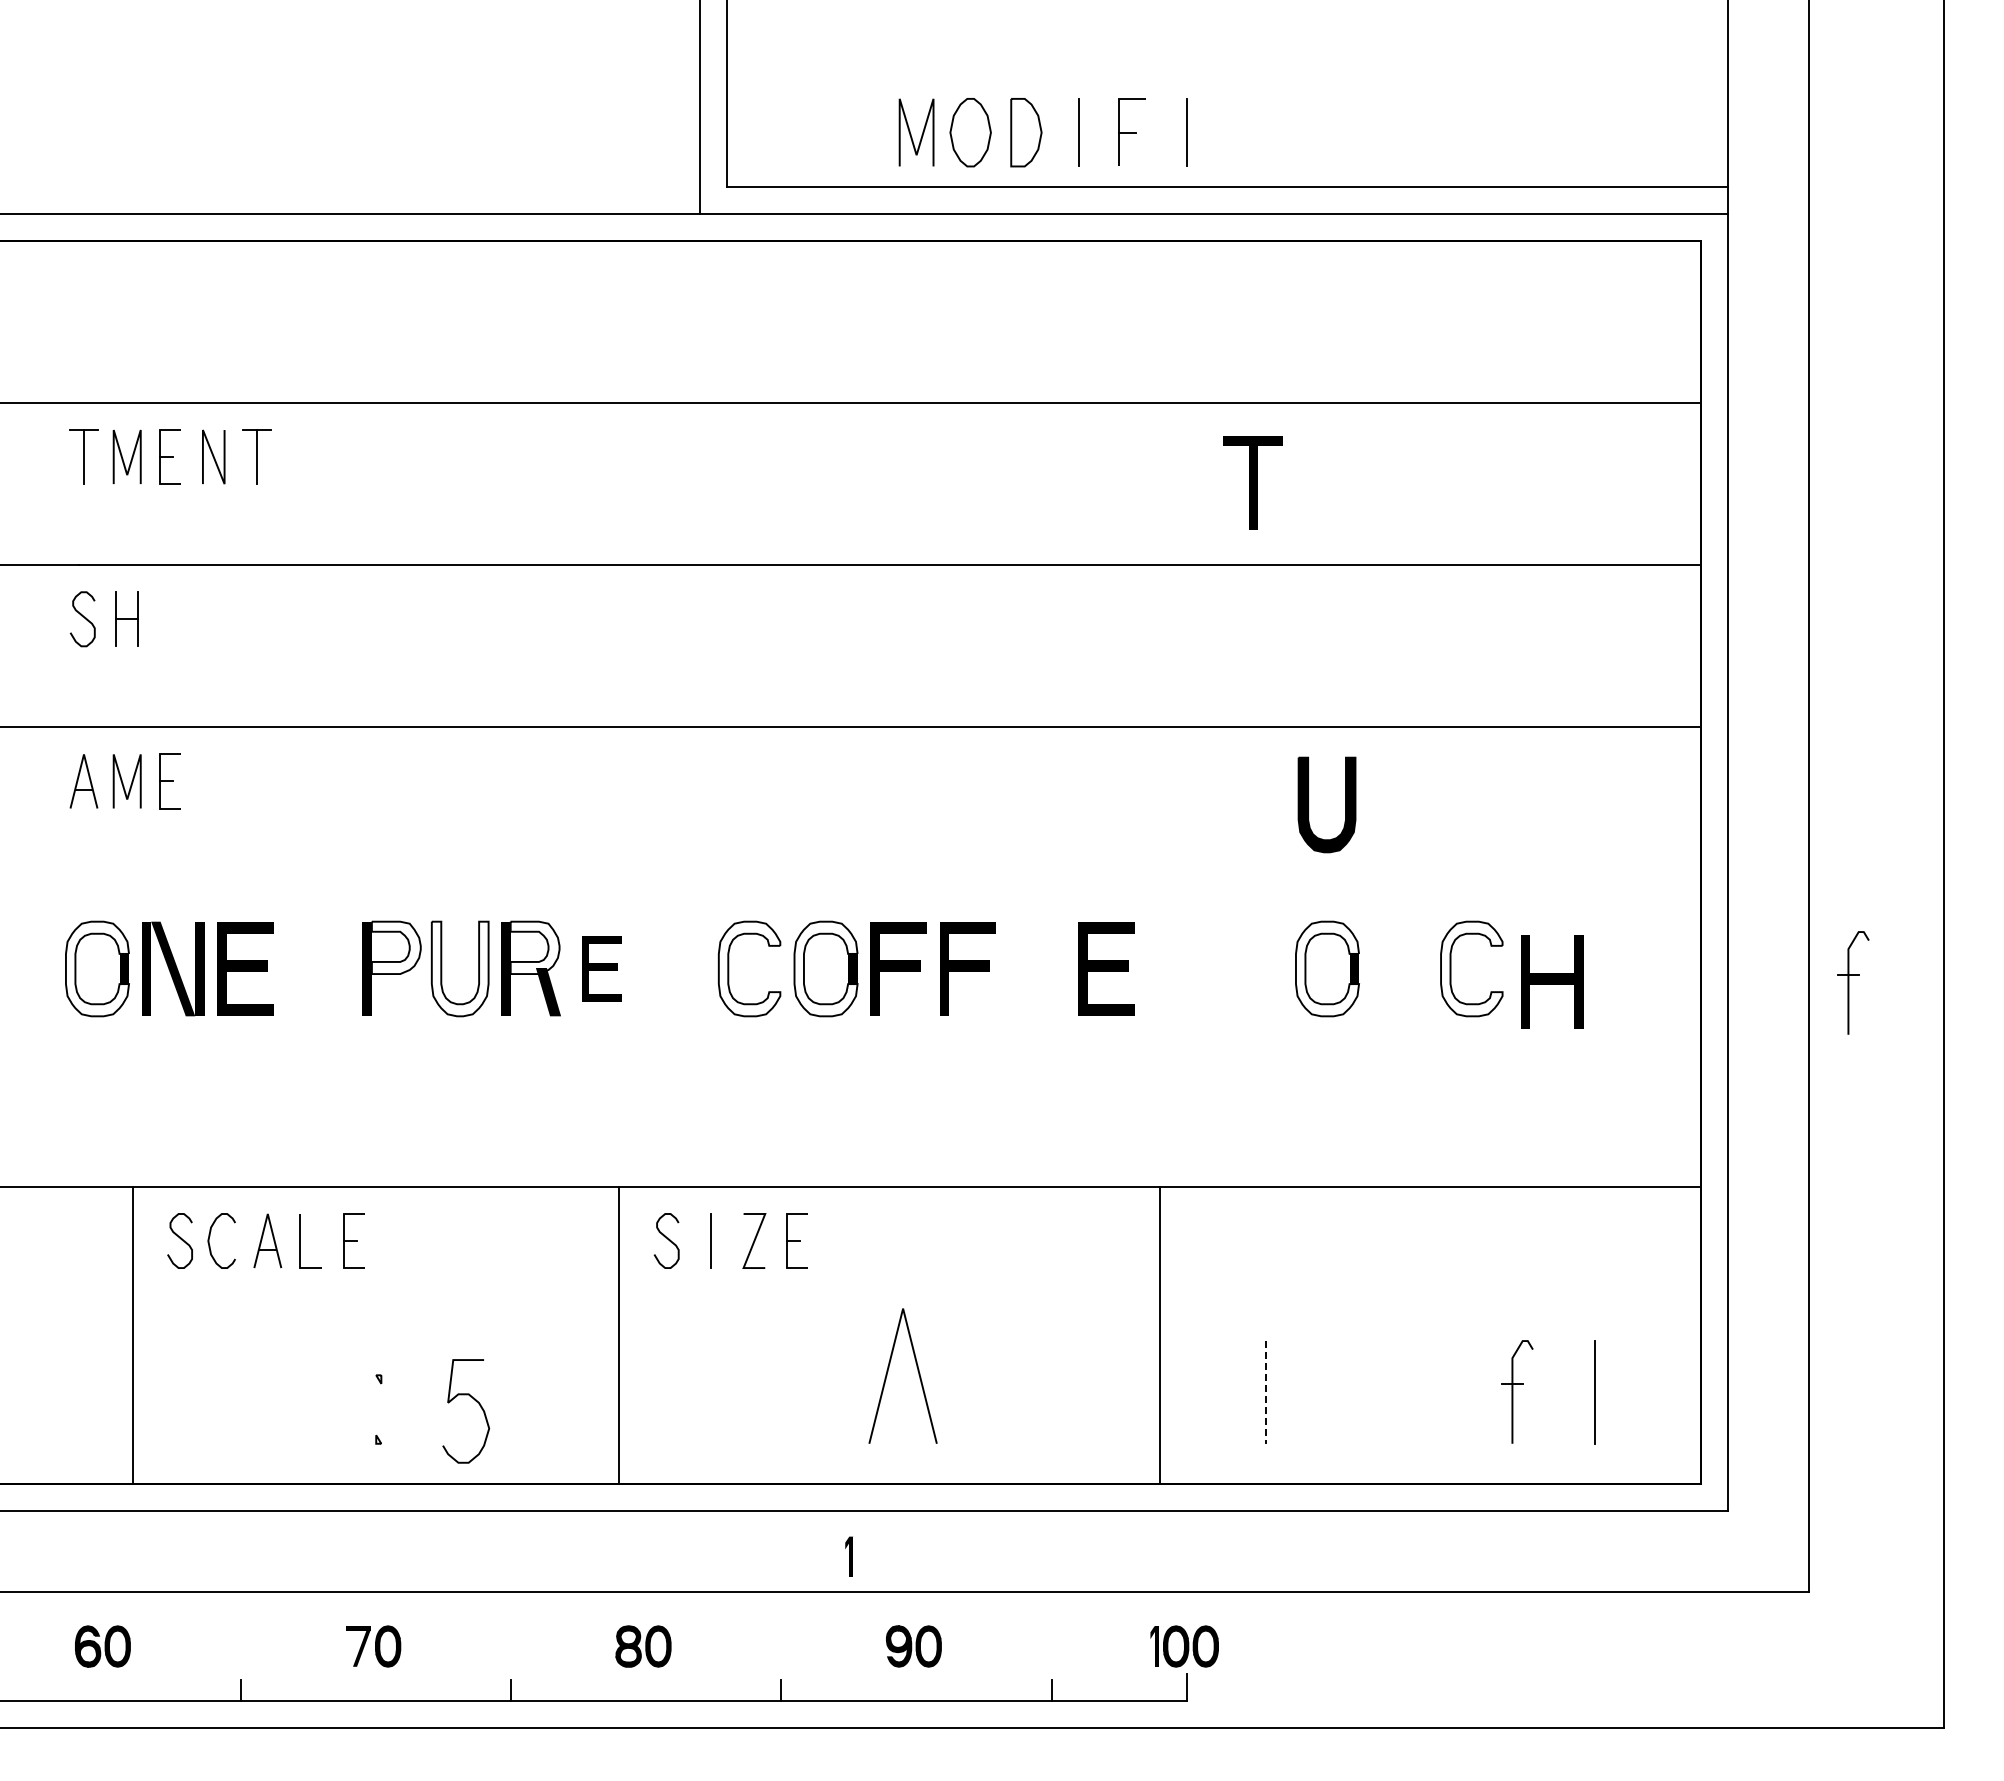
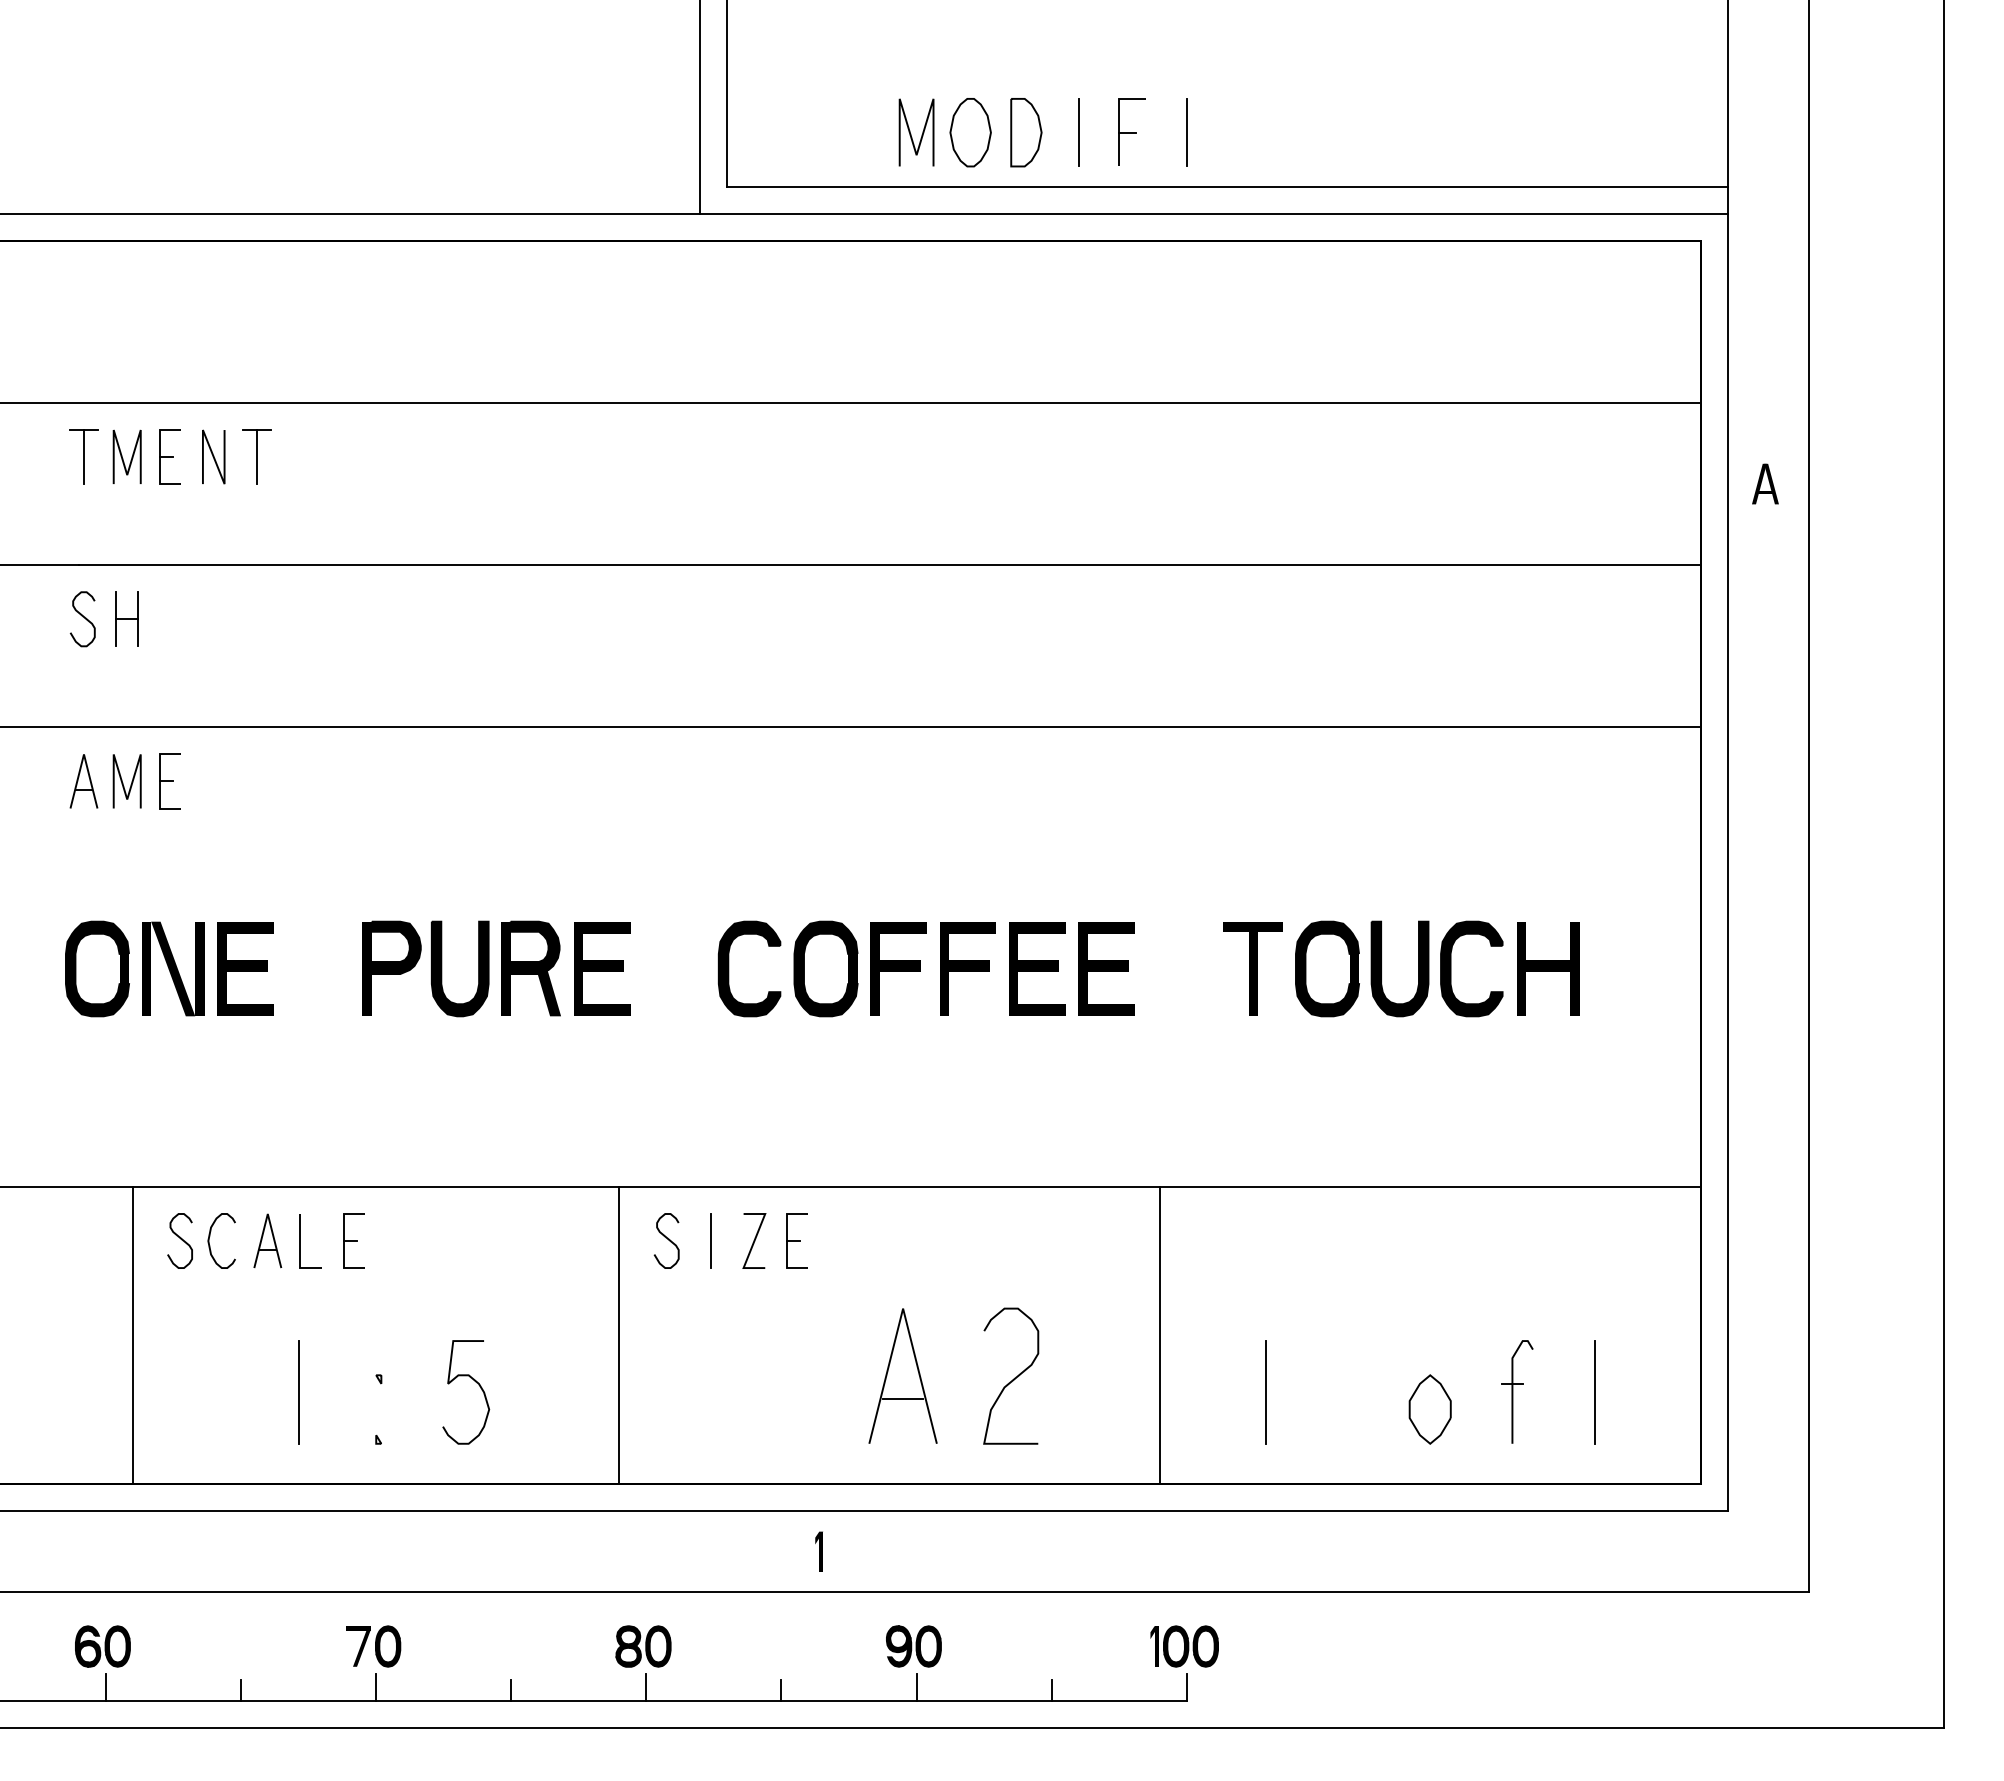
part at (1252, 482) position: (1252, 482) -> (1252, 968)
part at (1765, 483): none -> present
part at (1308, 804) position: (1308, 804) -> (1381, 968)
fill at (395, 947): none -> present
fill at (534, 947): none -> present
fill at (97, 968): none -> present
fill at (459, 968): none -> present
part at (601, 968) size: 40x66 px -> 57x94 px
fill at (749, 968): none -> present
fill at (825, 968): none -> present
part at (1037, 968): none -> present
fill at (1327, 968): none -> present
fill at (1471, 968): none -> present
part at (1552, 981) position: (1552, 981) -> (1548, 968)
part at (1853, 982): present -> none
curve at (1014, 1377): none -> present
line at (299, 1392): none -> present
line at (1265, 1392): dashed -> solid
line at (902, 1398): none -> present
curve at (475, 1401) position: (475, 1401) -> (475, 1382)
part at (1429, 1409): none -> present
part at (848, 1556) position: (848, 1556) -> (818, 1551)
line at (105, 1686): none -> present
line at (375, 1686): none -> present
line at (646, 1686): none -> present
line at (916, 1686): none -> present
